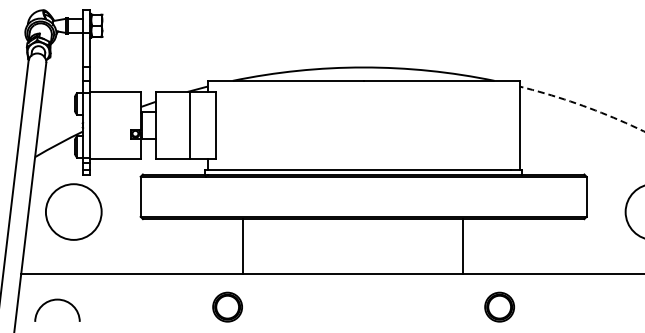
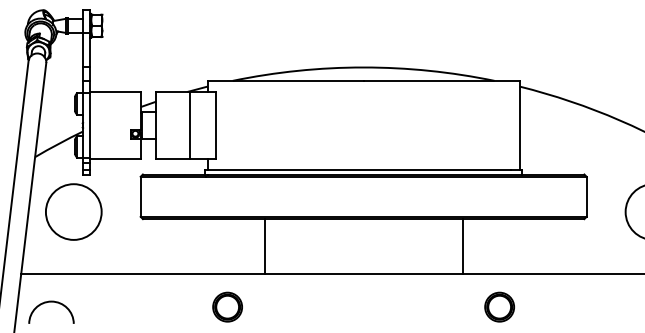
arc at (583, 105): dashed -> solid
line at (242, 246) position: (242, 246) -> (264, 246)
arc at (57, 300) position: (57, 300) -> (51, 302)
